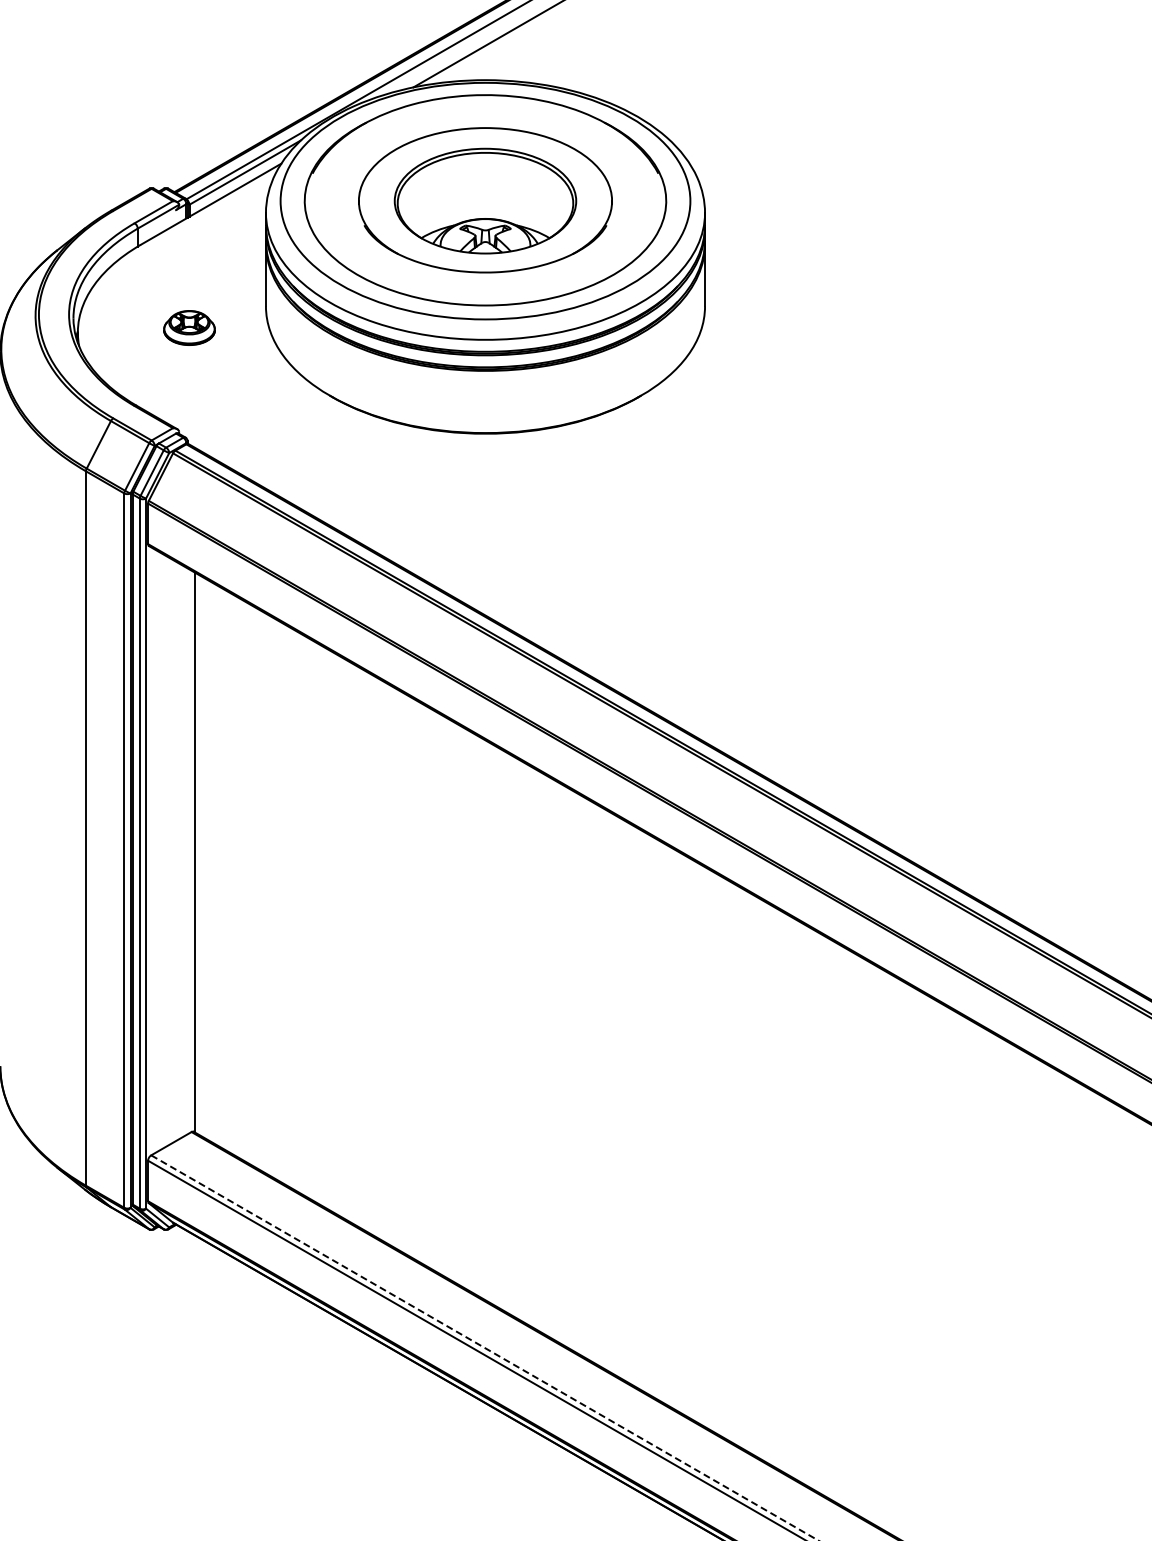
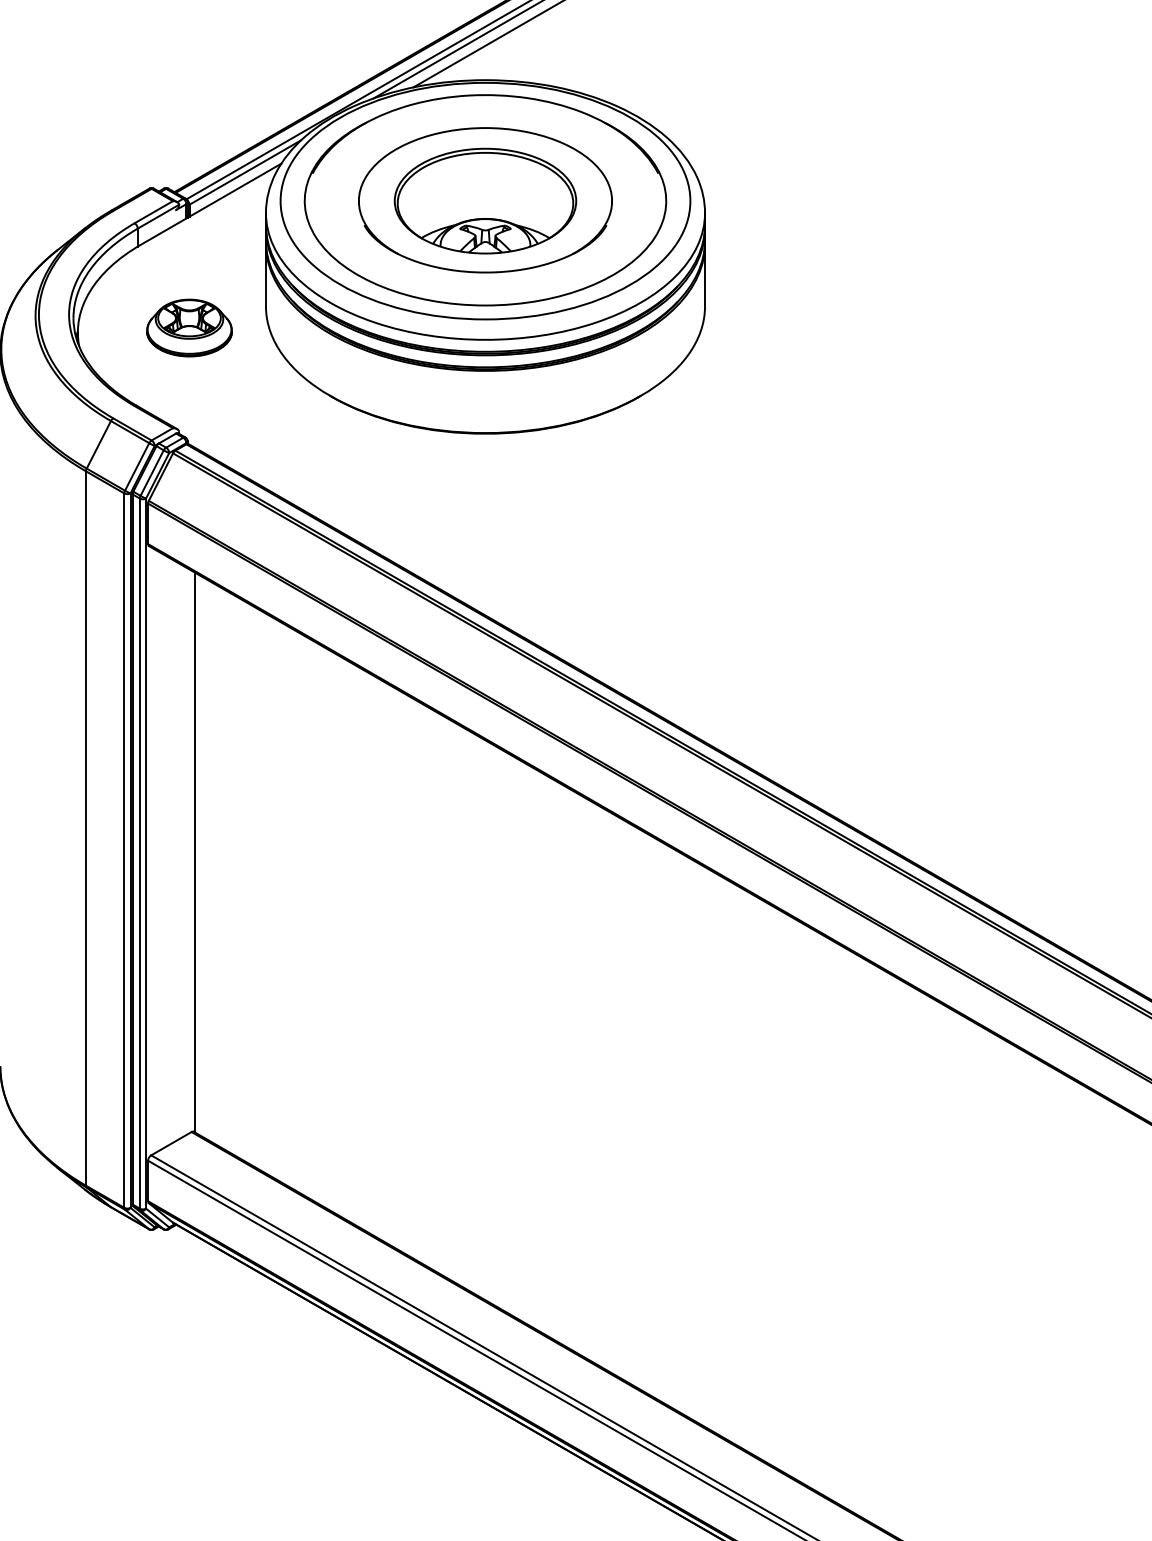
line at (456, 50): none -> present
part at (189, 327) size: 53x36 px -> 87x60 px
line at (485, 1348): dashed -> solid
